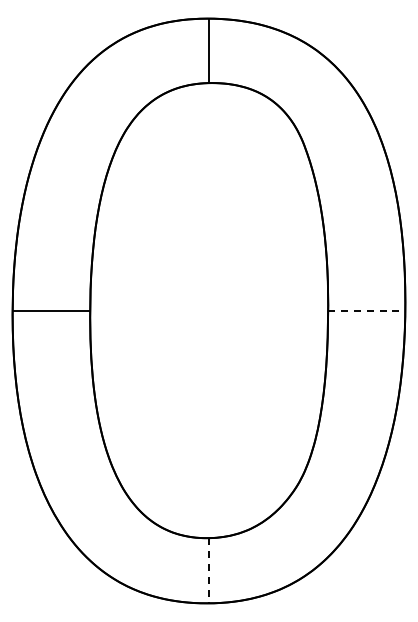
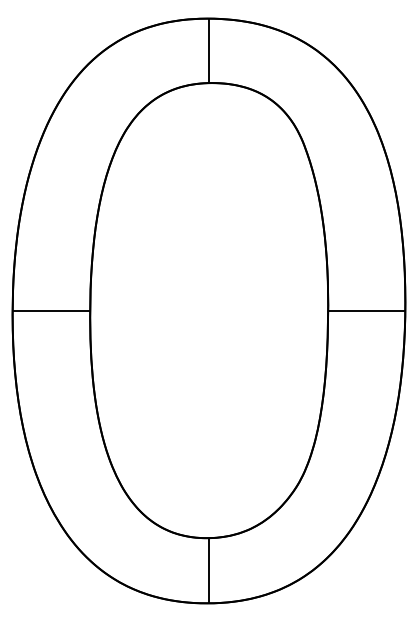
line at (366, 311): dashed -> solid
line at (208, 570): dashed -> solid
